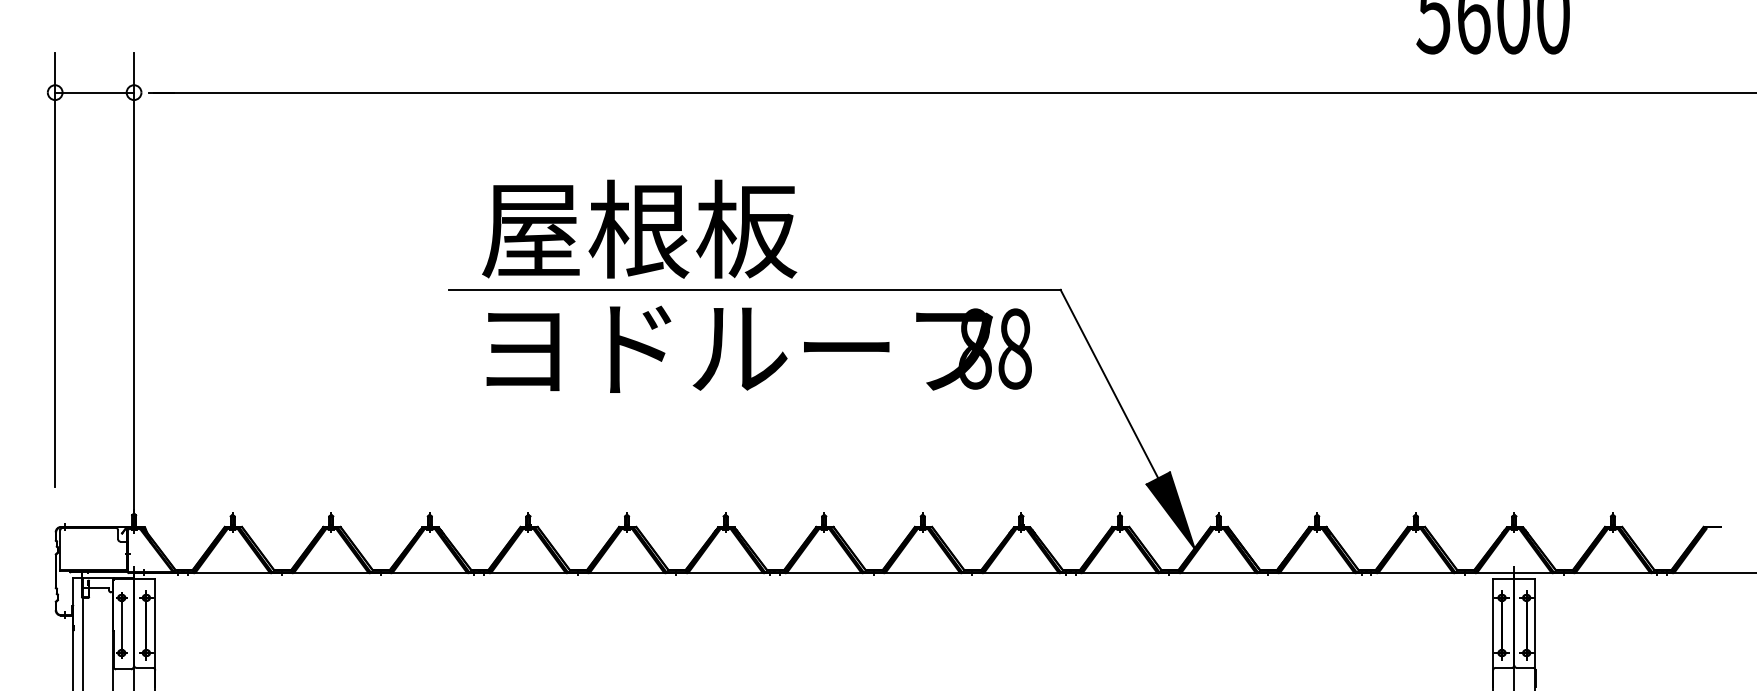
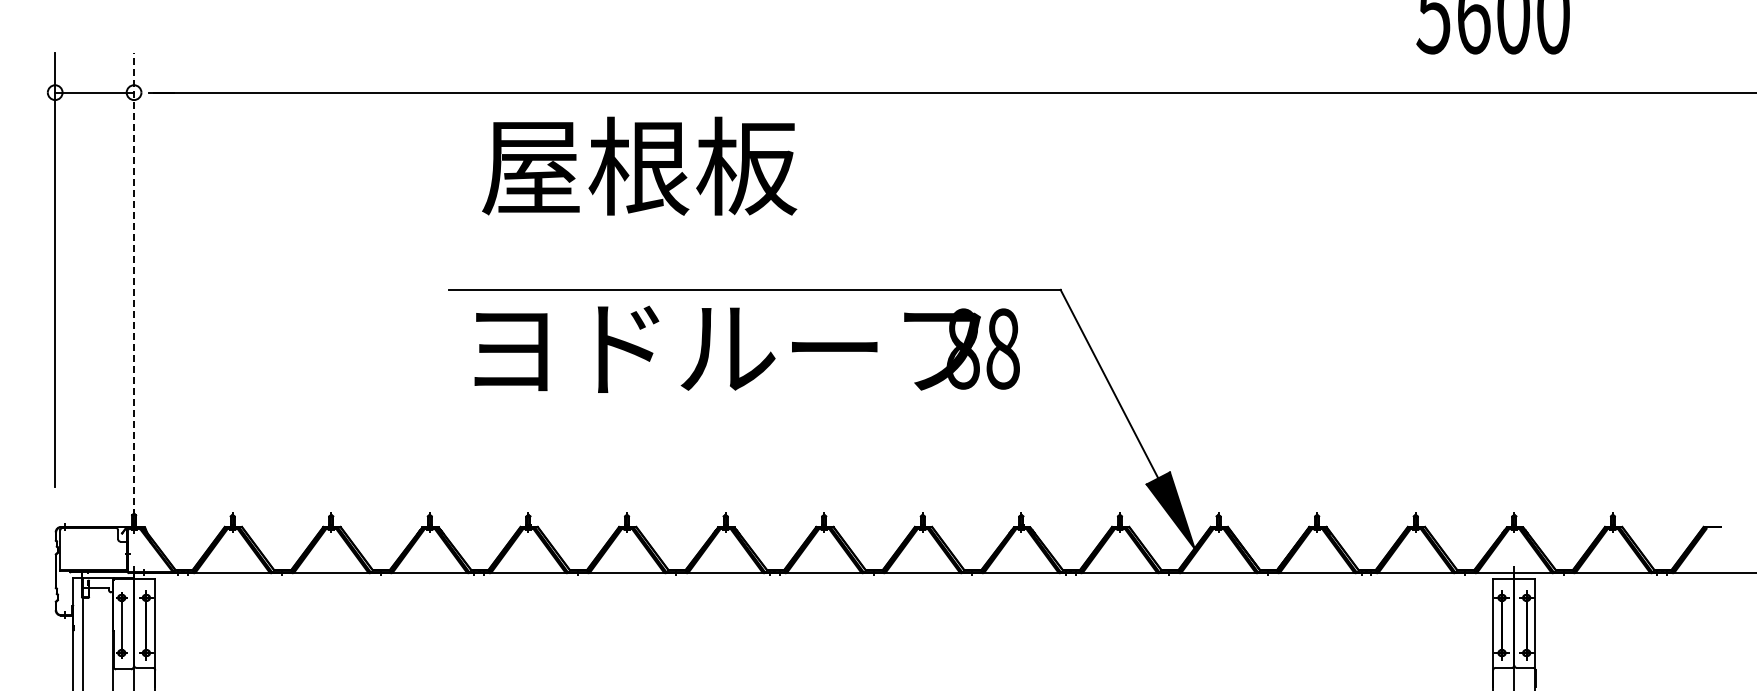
text at (639, 228) position: (639, 228) -> (639, 165)
line at (134, 290): solid -> dashed
text at (758, 348) position: (758, 348) -> (746, 348)
